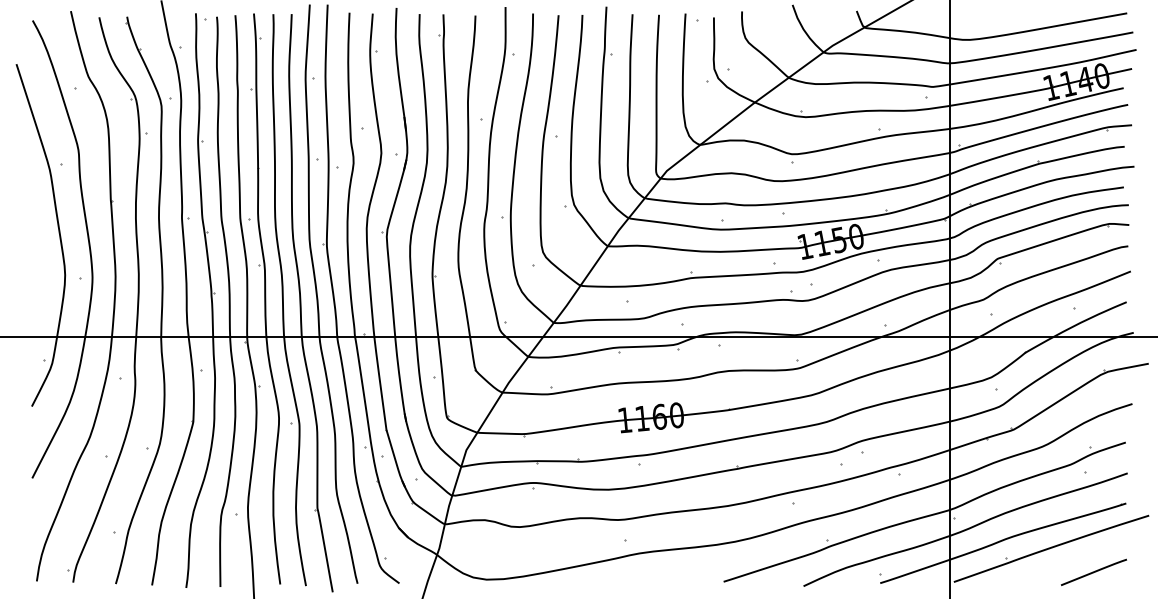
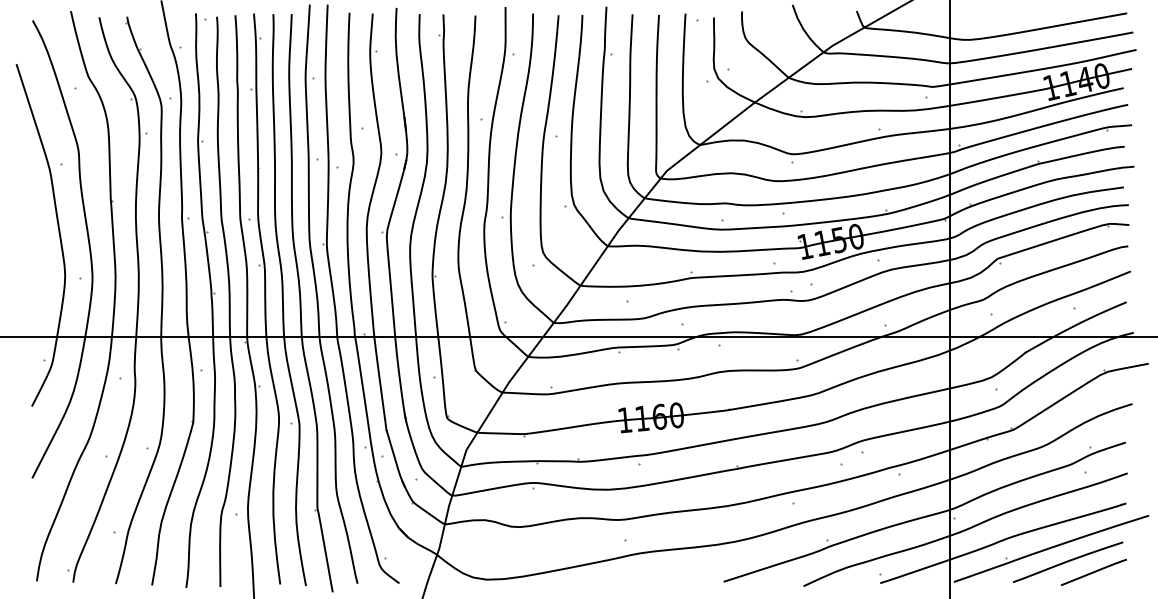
curve at (1067, 561): none -> present
